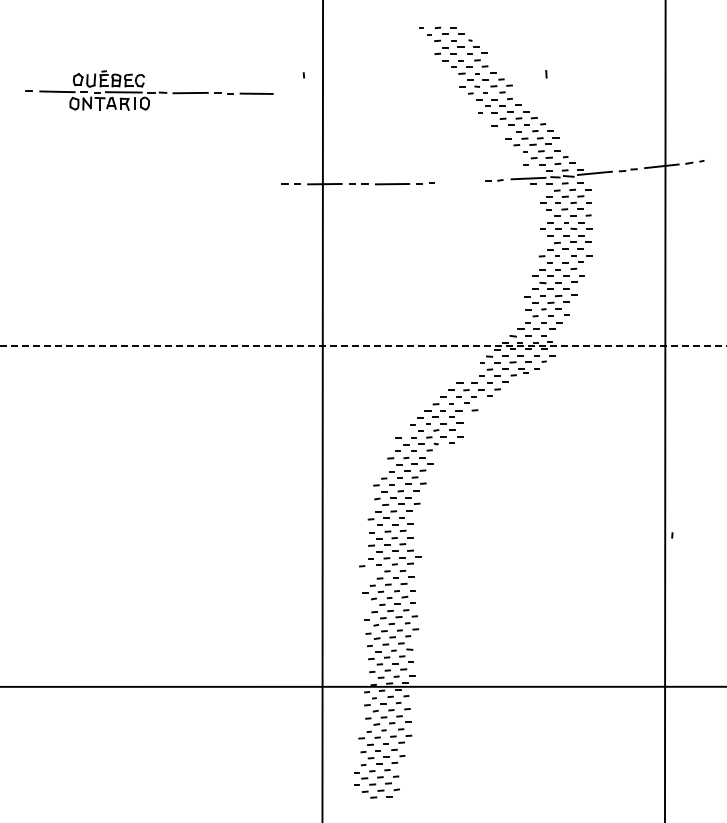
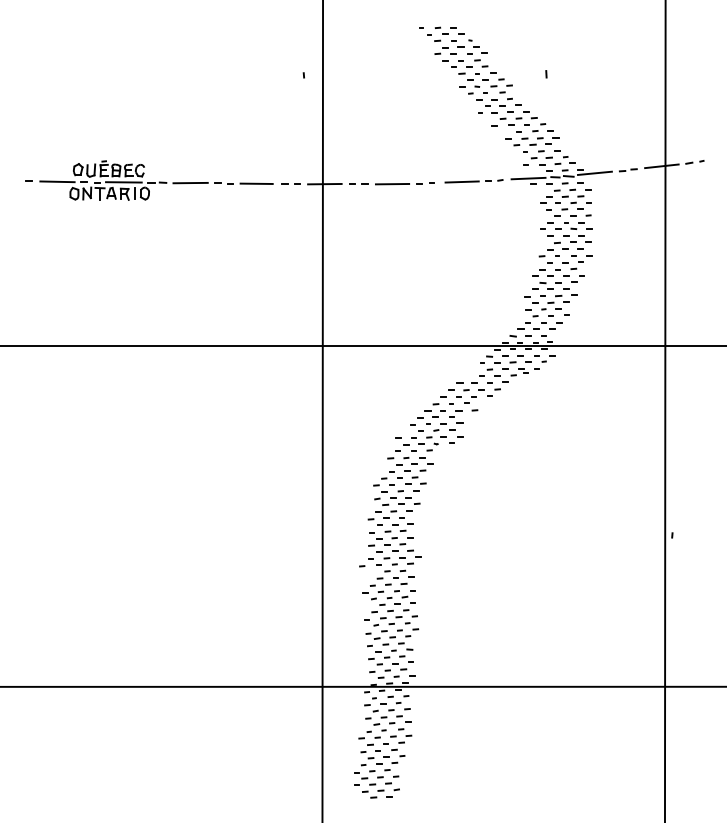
part at (149, 90) position: (149, 90) -> (149, 180)
line at (461, 181): none -> present
line at (363, 346): dashed -> solid
